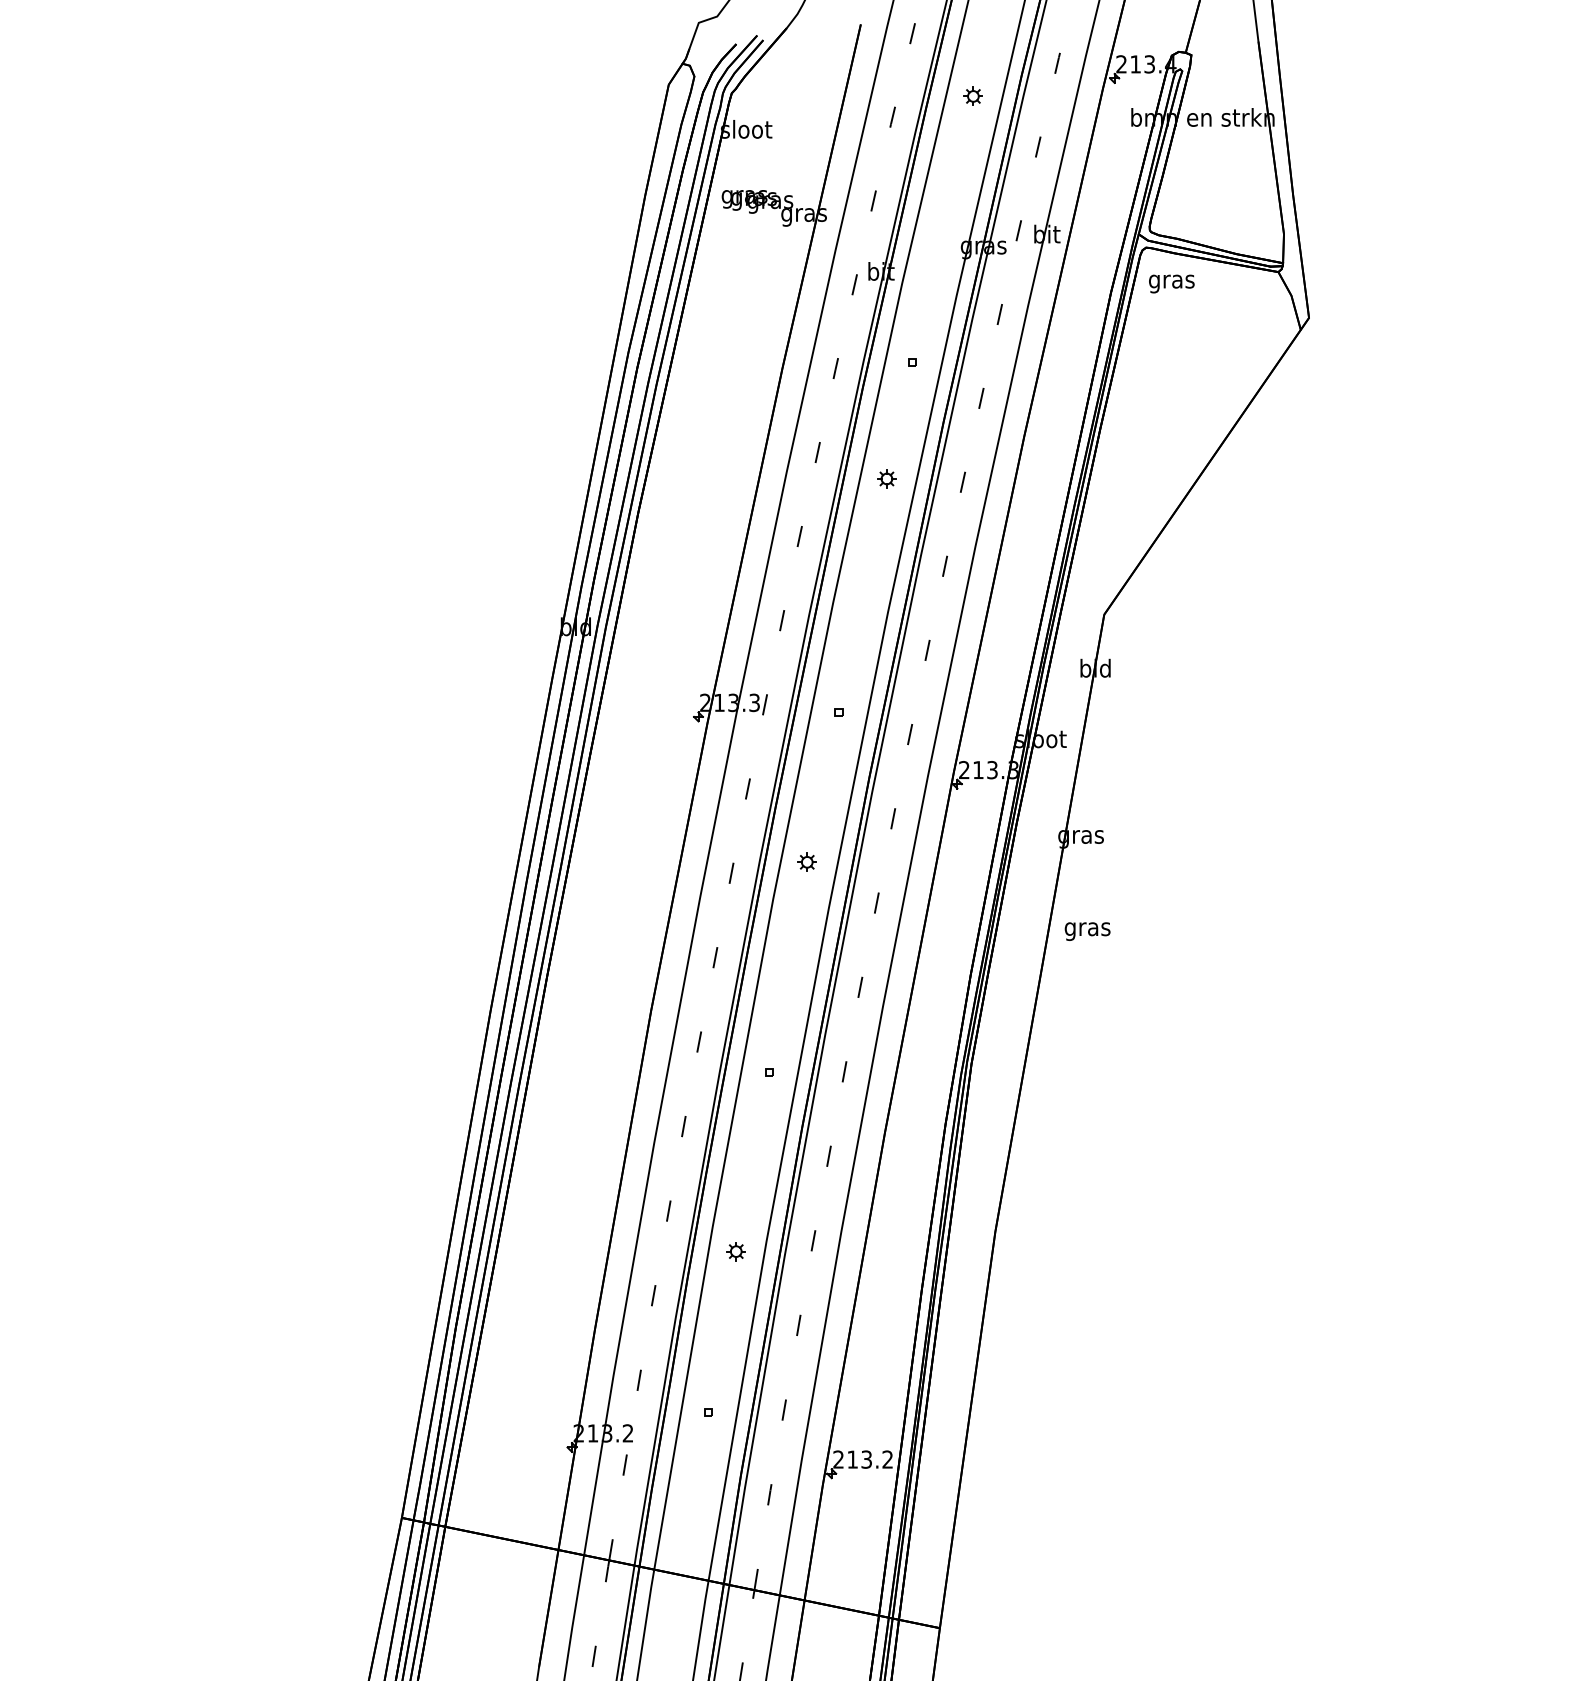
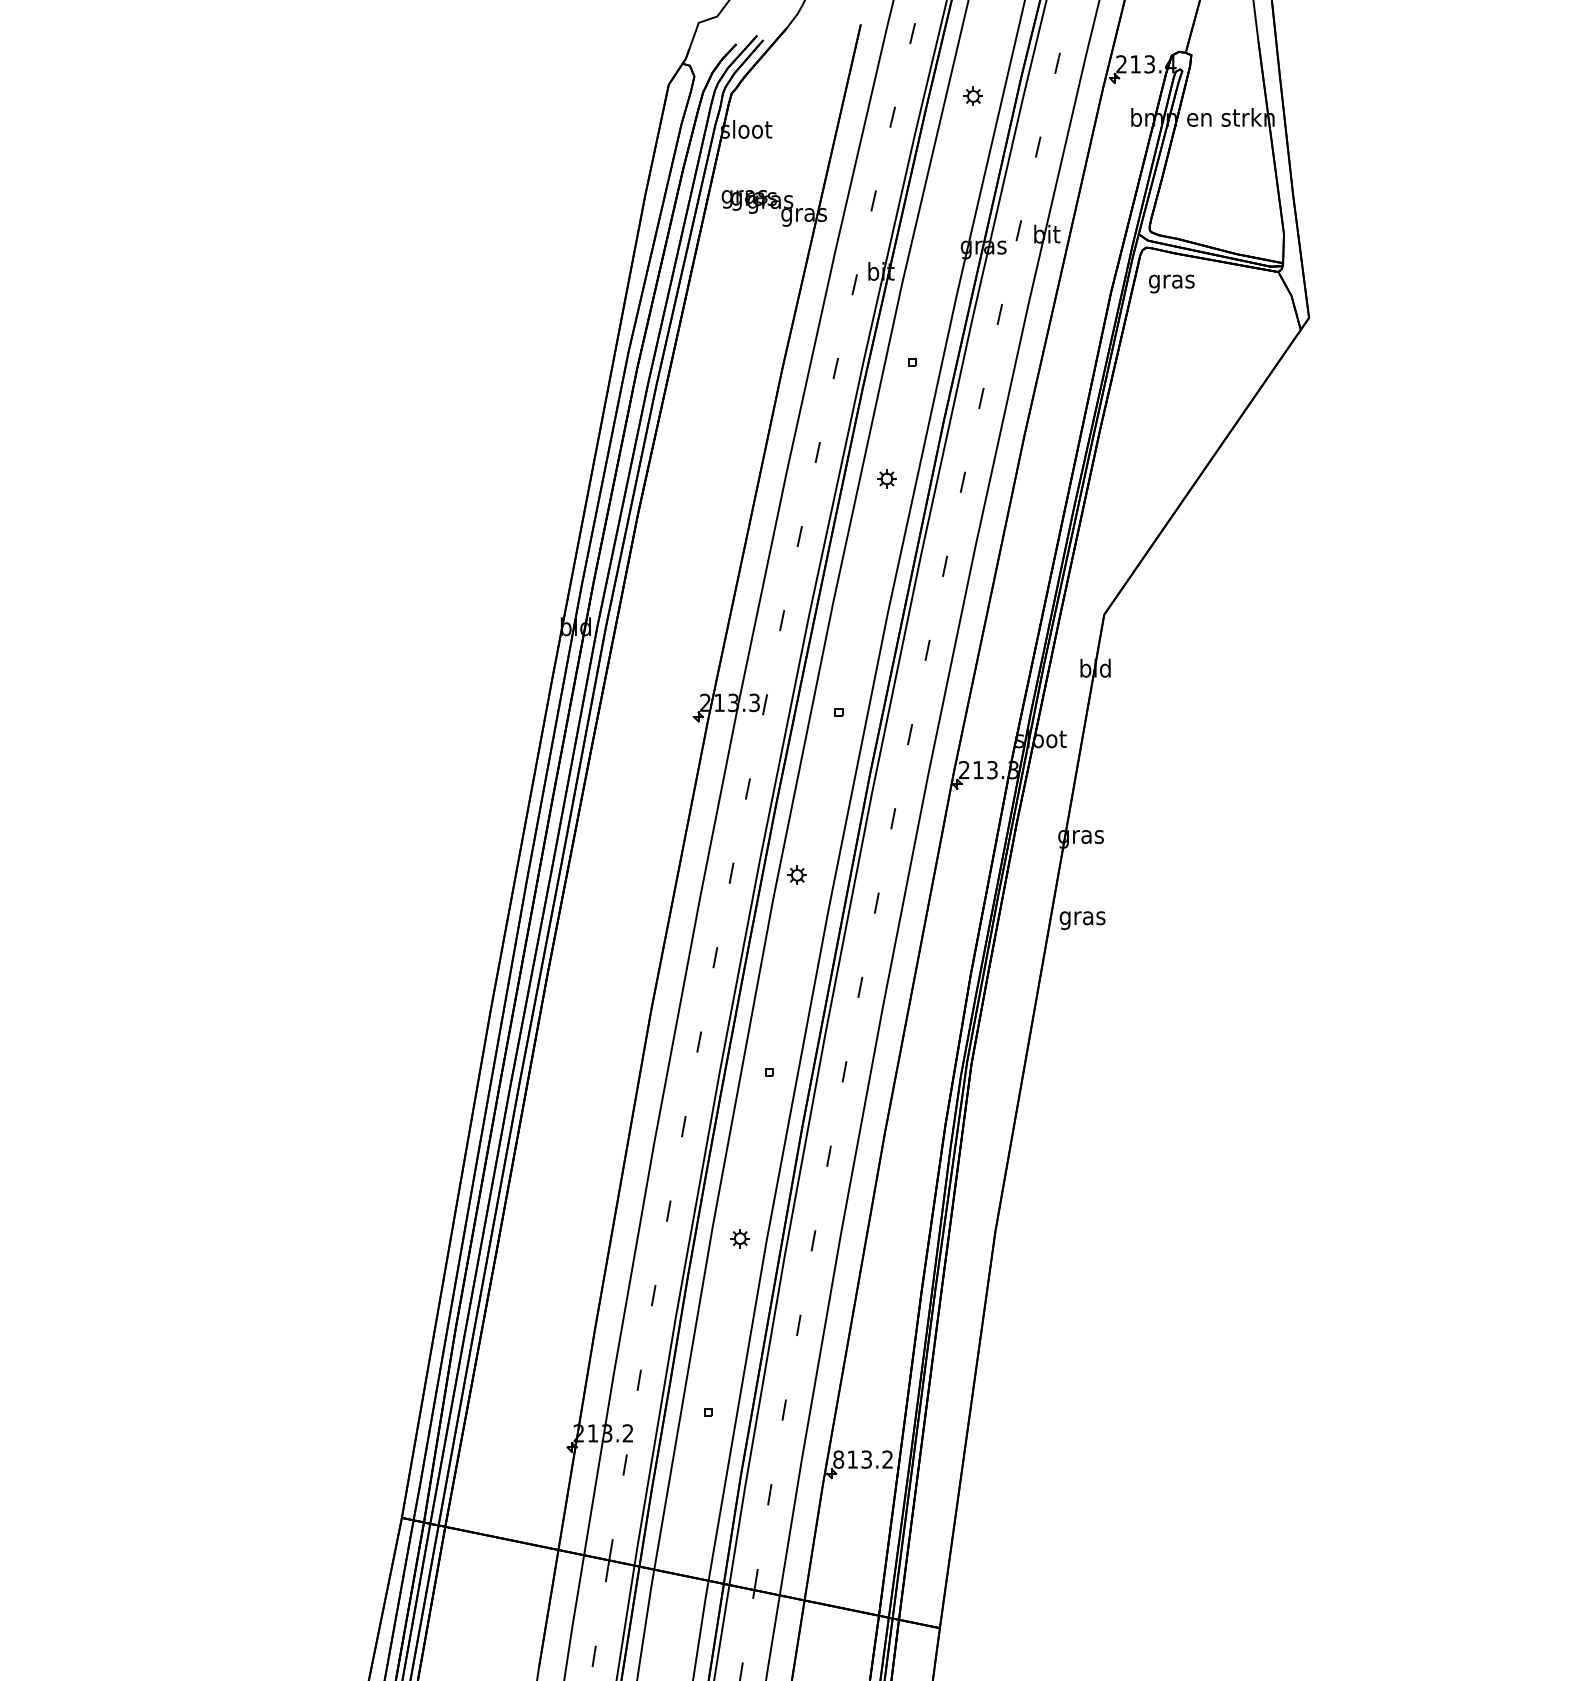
part at (806, 861) position: (806, 861) -> (796, 874)
text at (1087, 931) position: (1087, 931) -> (1082, 920)
part at (735, 1251) position: (735, 1251) -> (739, 1238)
text at (838, 1459): 213.2 -> 813.2
